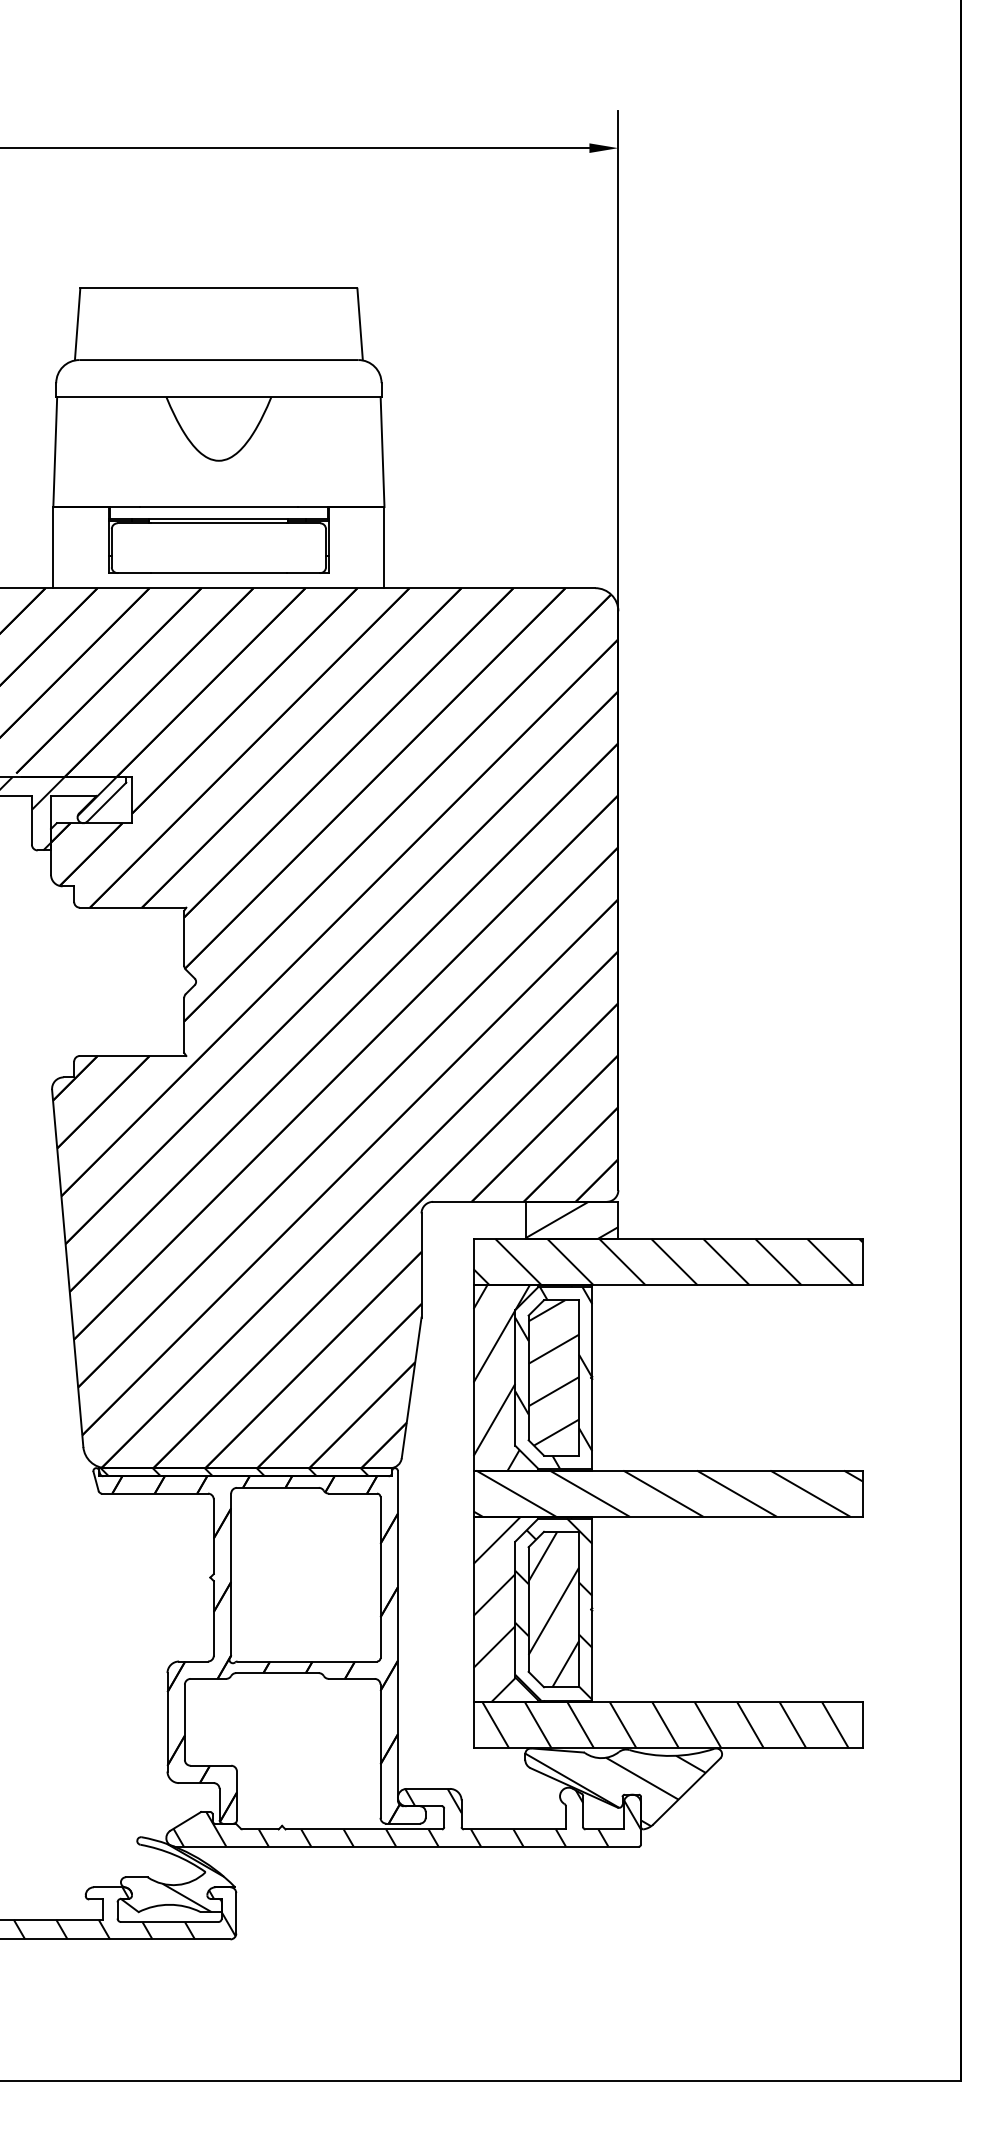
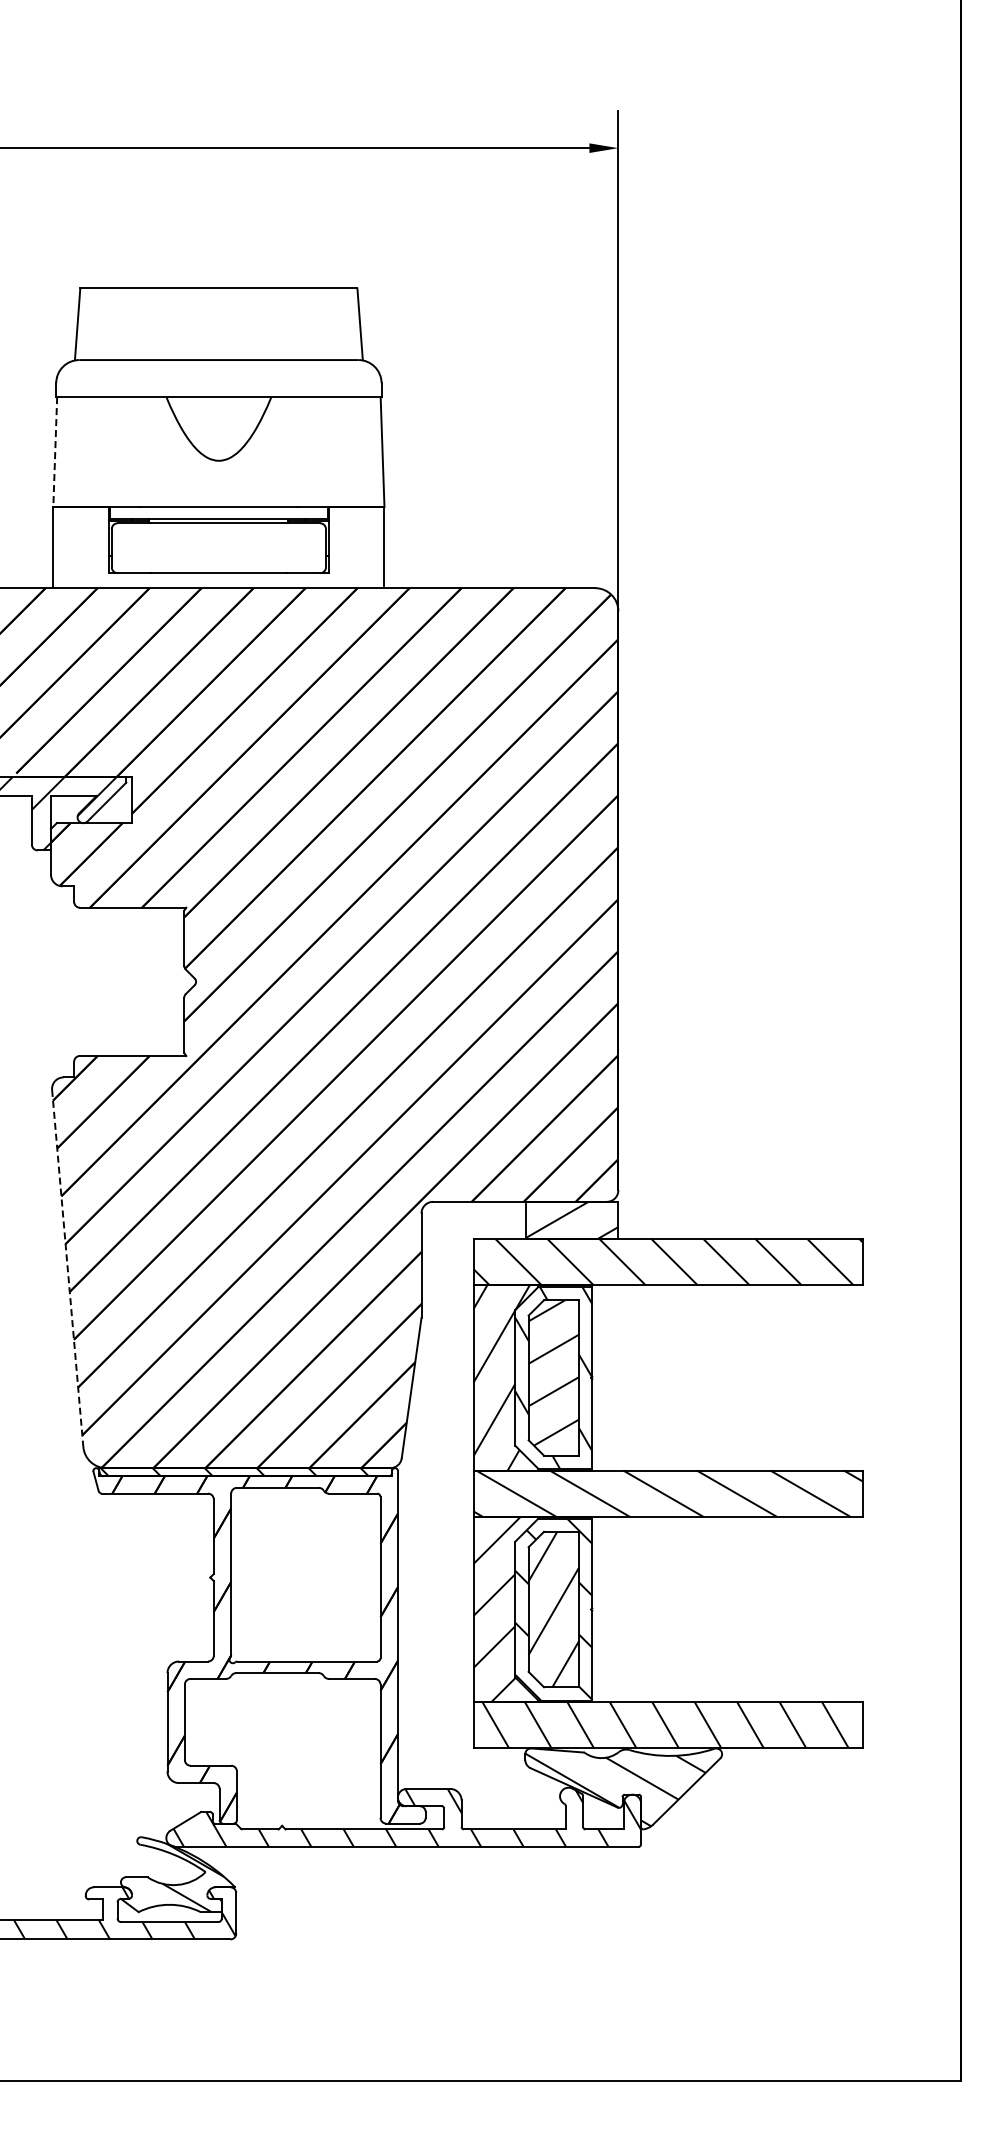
line at (55, 452): solid -> dashed
line at (67, 1268): solid -> dashed
